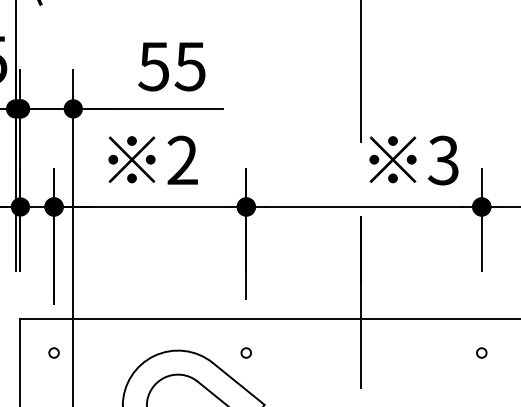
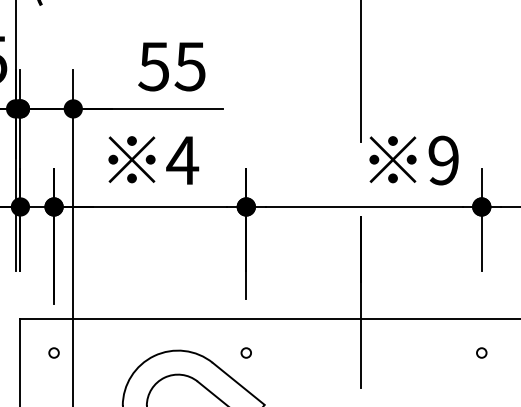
text at (182, 159): 2 -> 4
text at (443, 160): 3 -> 9
